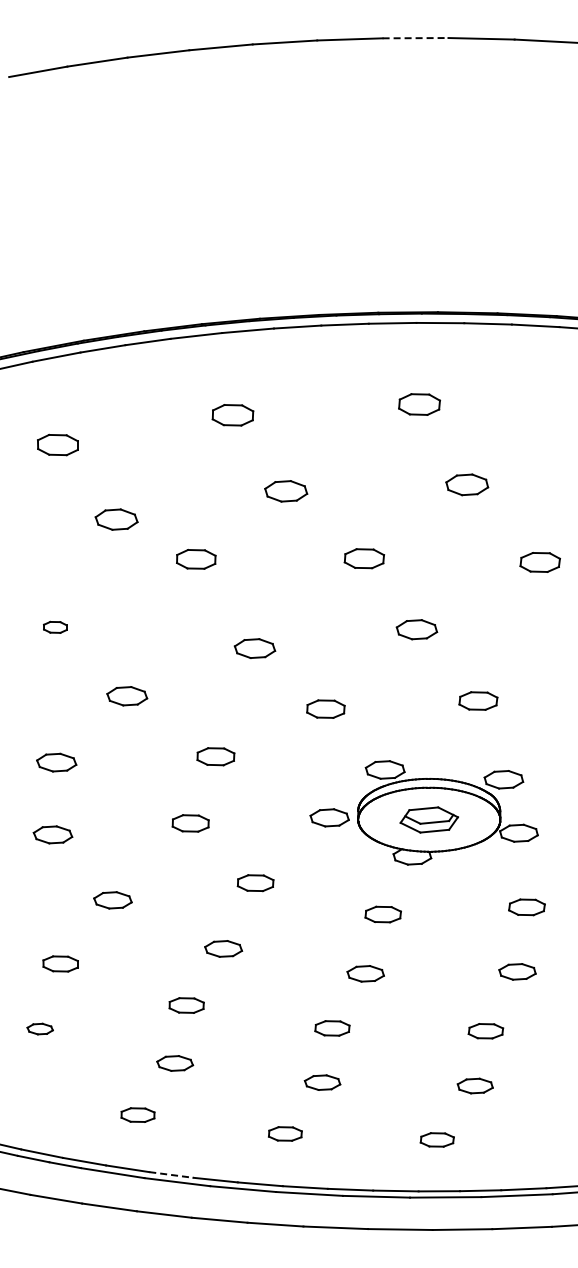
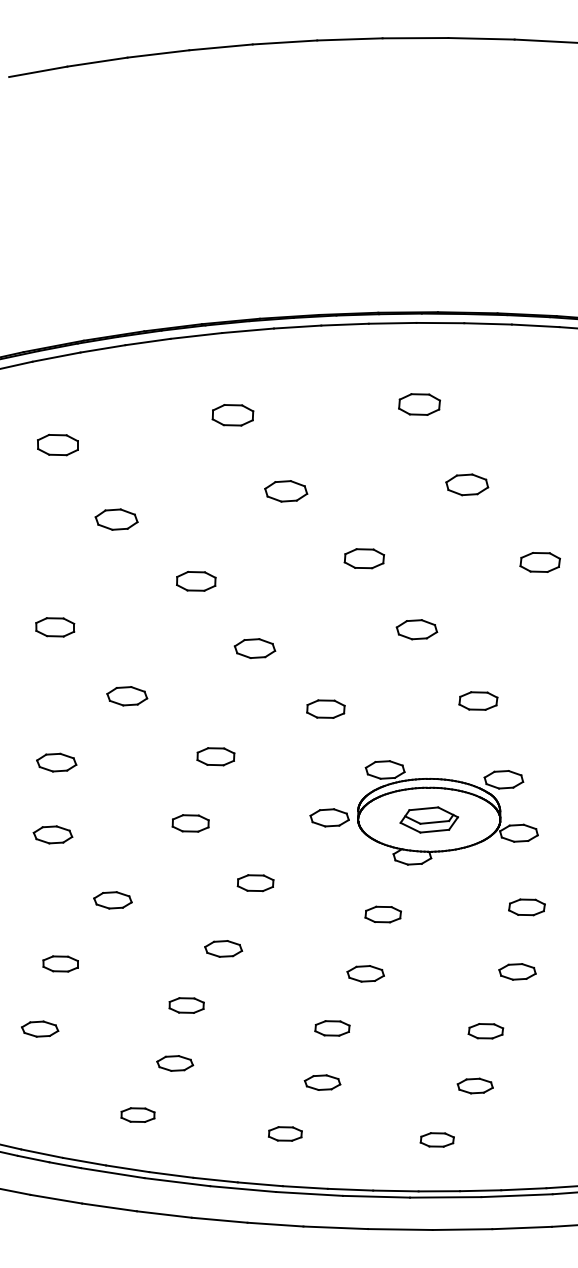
line at (415, 38): dashed -> solid
part at (196, 559) position: (196, 559) -> (196, 581)
part at (55, 626) size: 25x14 px -> 41x21 px
part at (39, 1028) size: 28x14 px -> 39x18 px
line at (171, 1175): dashed -> solid
